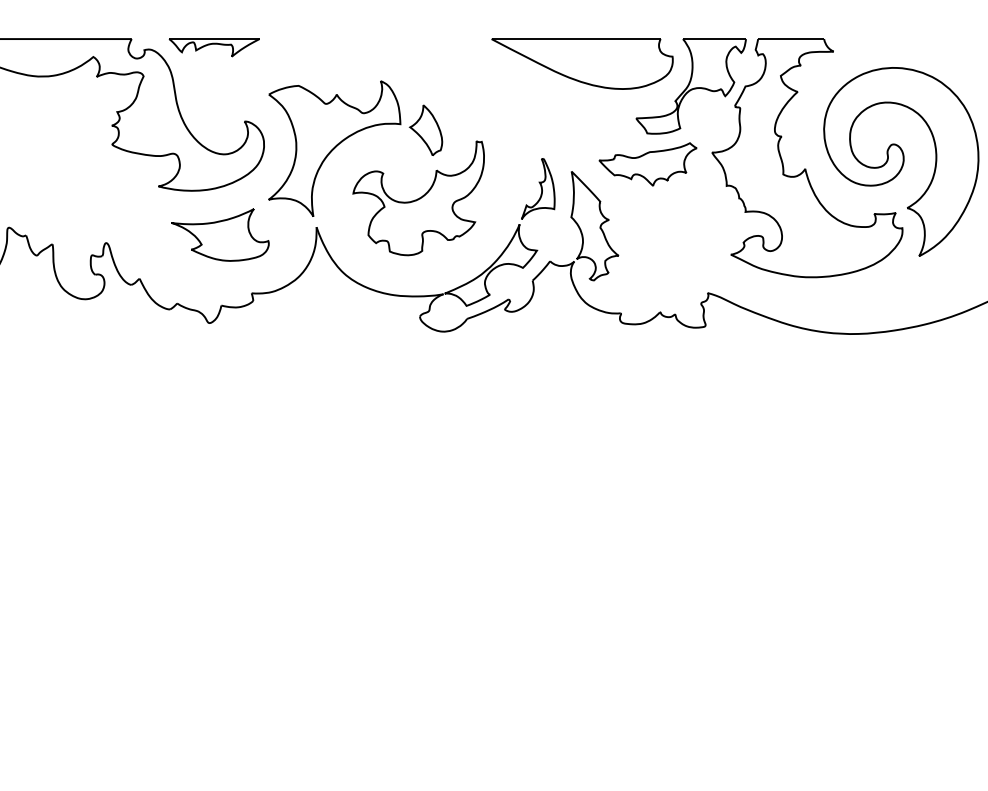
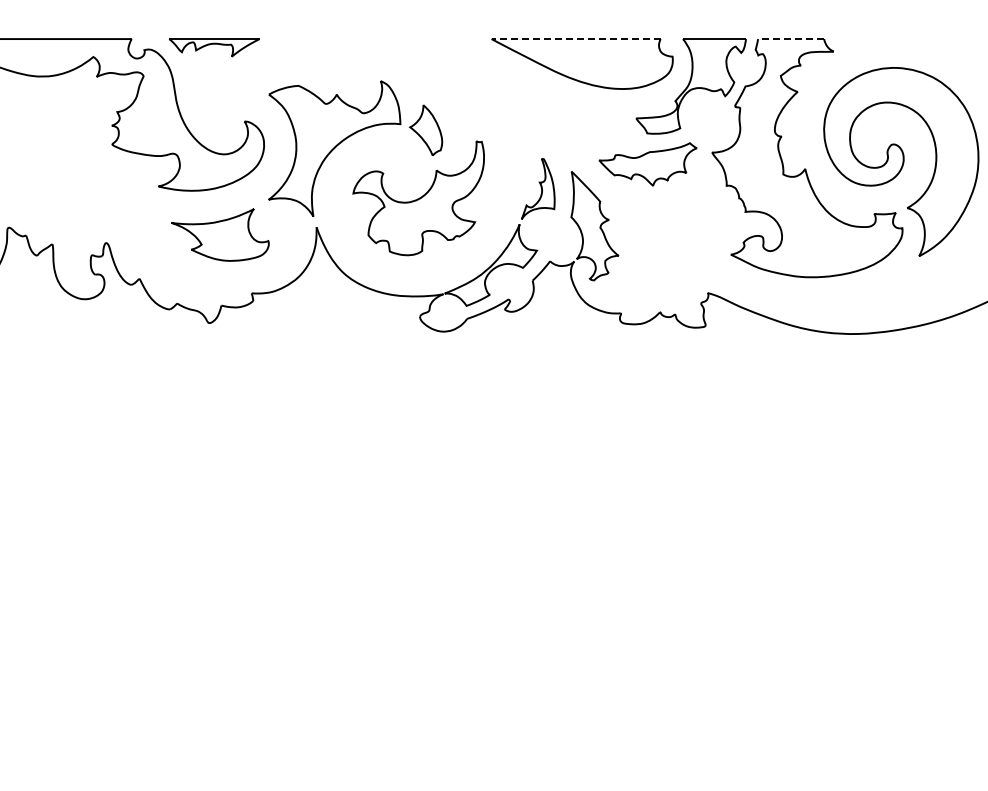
line at (576, 39): solid -> dashed
line at (791, 39): solid -> dashed
